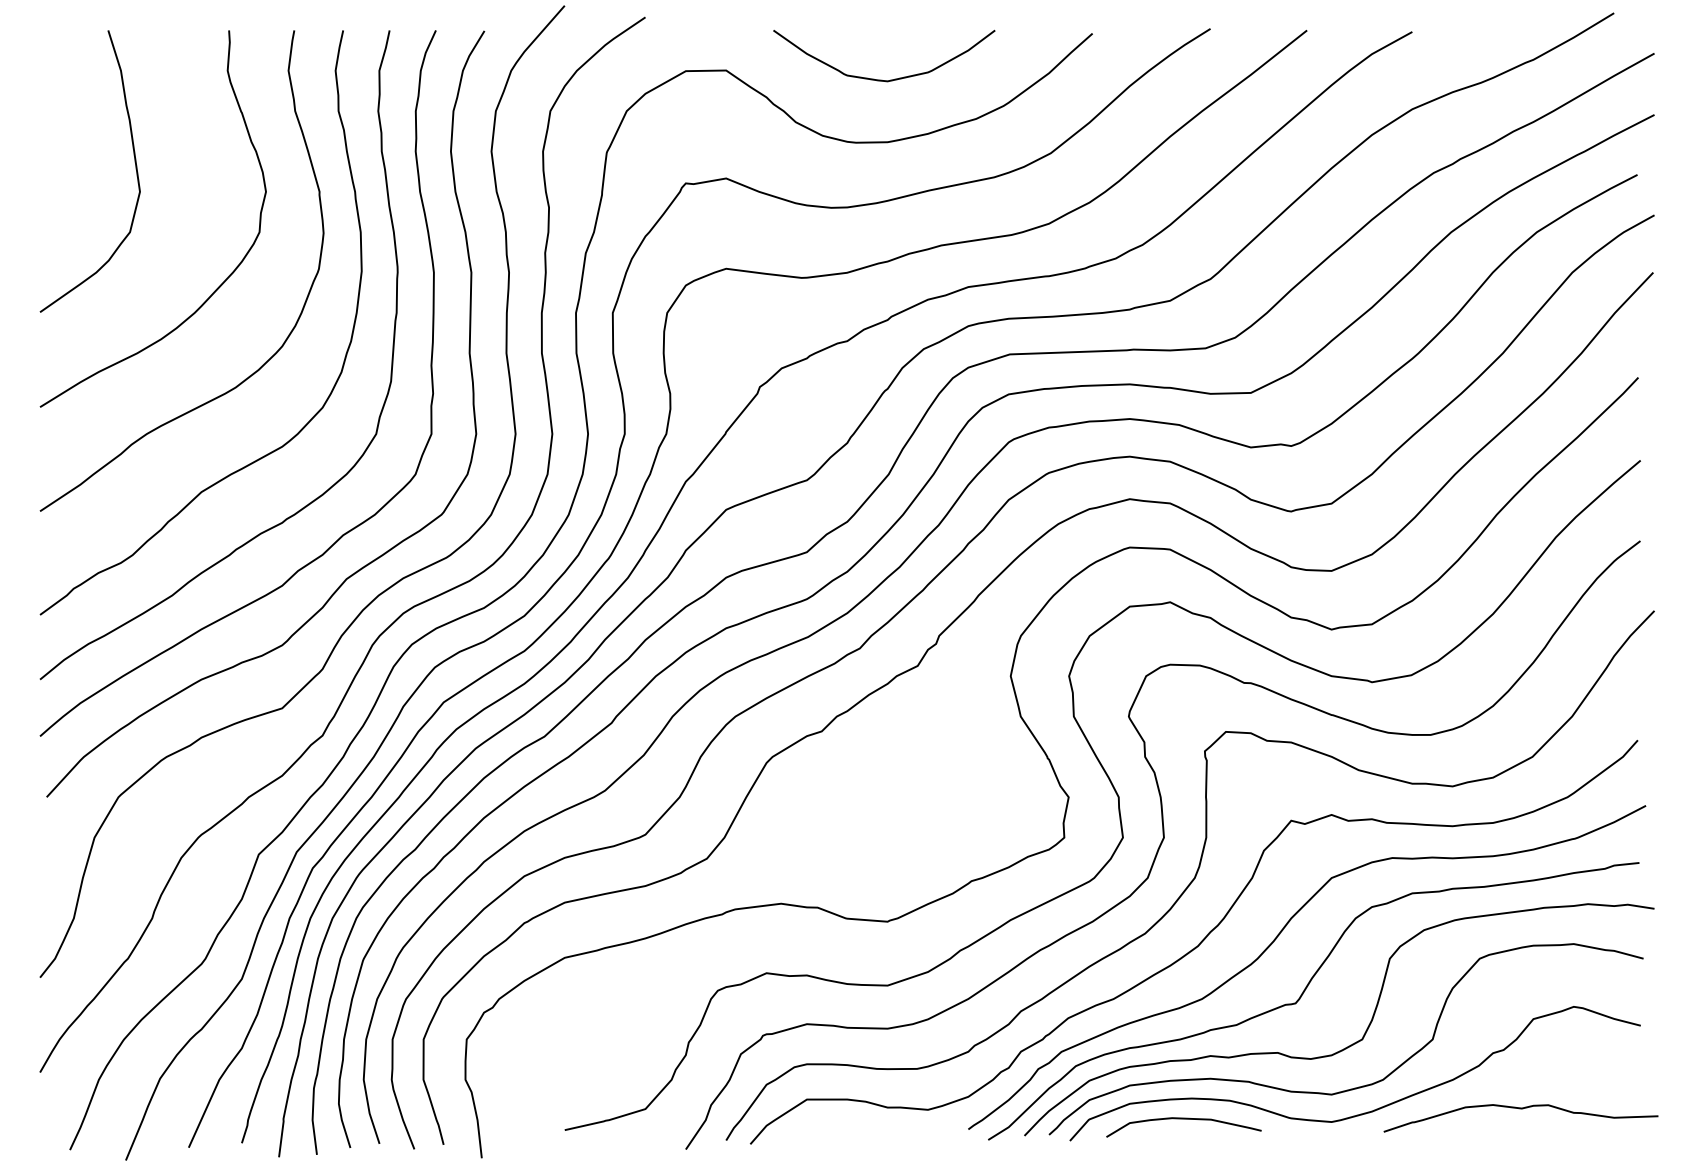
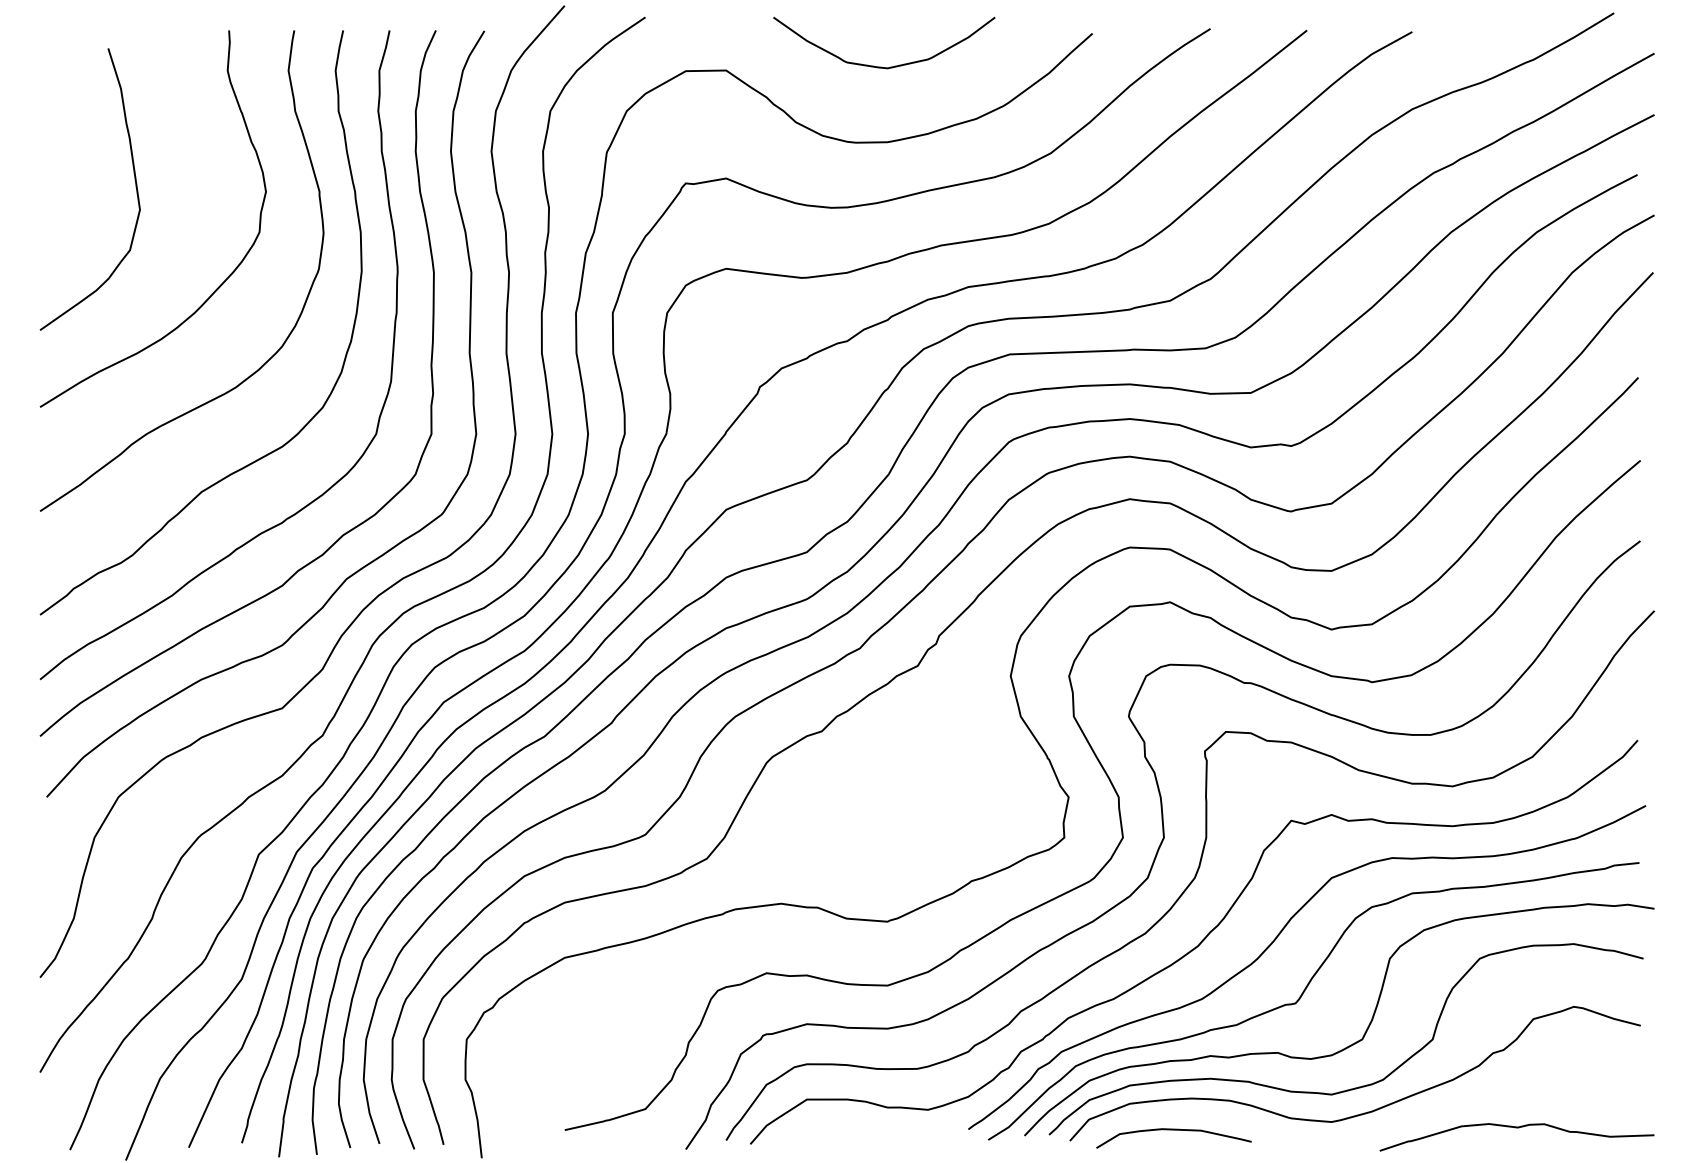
curve at (881, 79) position: (881, 79) -> (881, 66)
curve at (134, 162) position: (134, 162) -> (134, 180)
curve at (1520, 1109) position: (1520, 1109) -> (1516, 1128)
curve at (1183, 1119) position: (1183, 1119) -> (1173, 1130)
